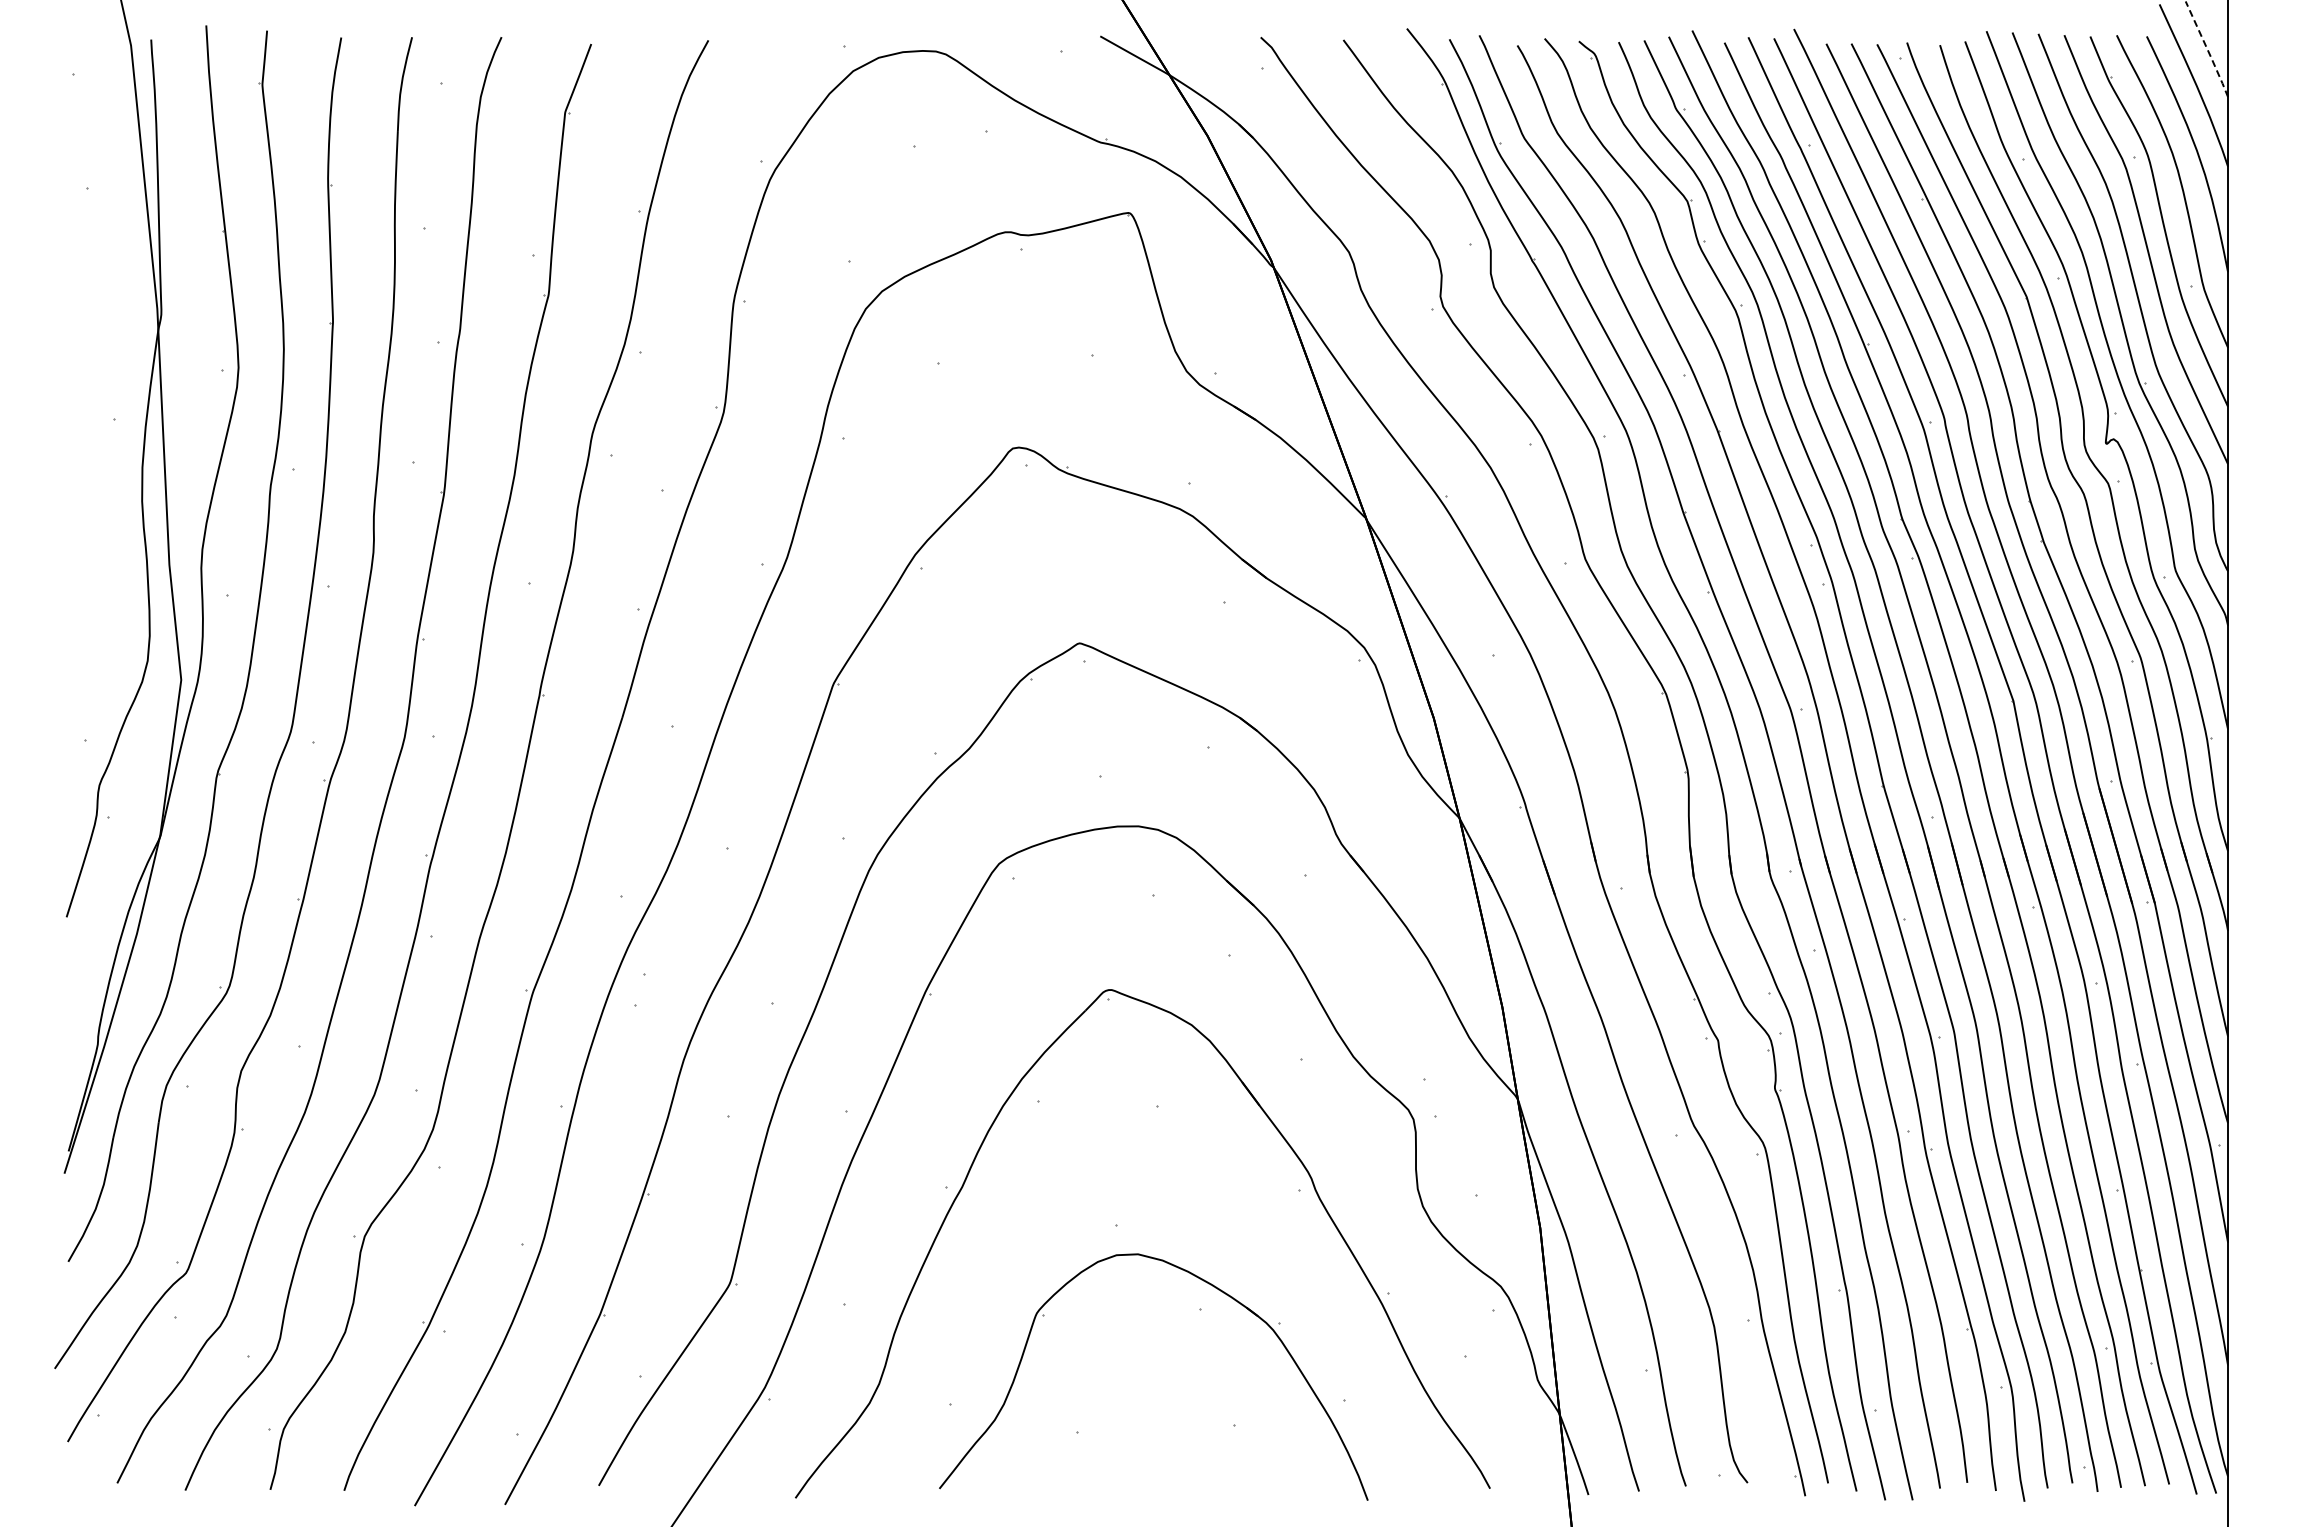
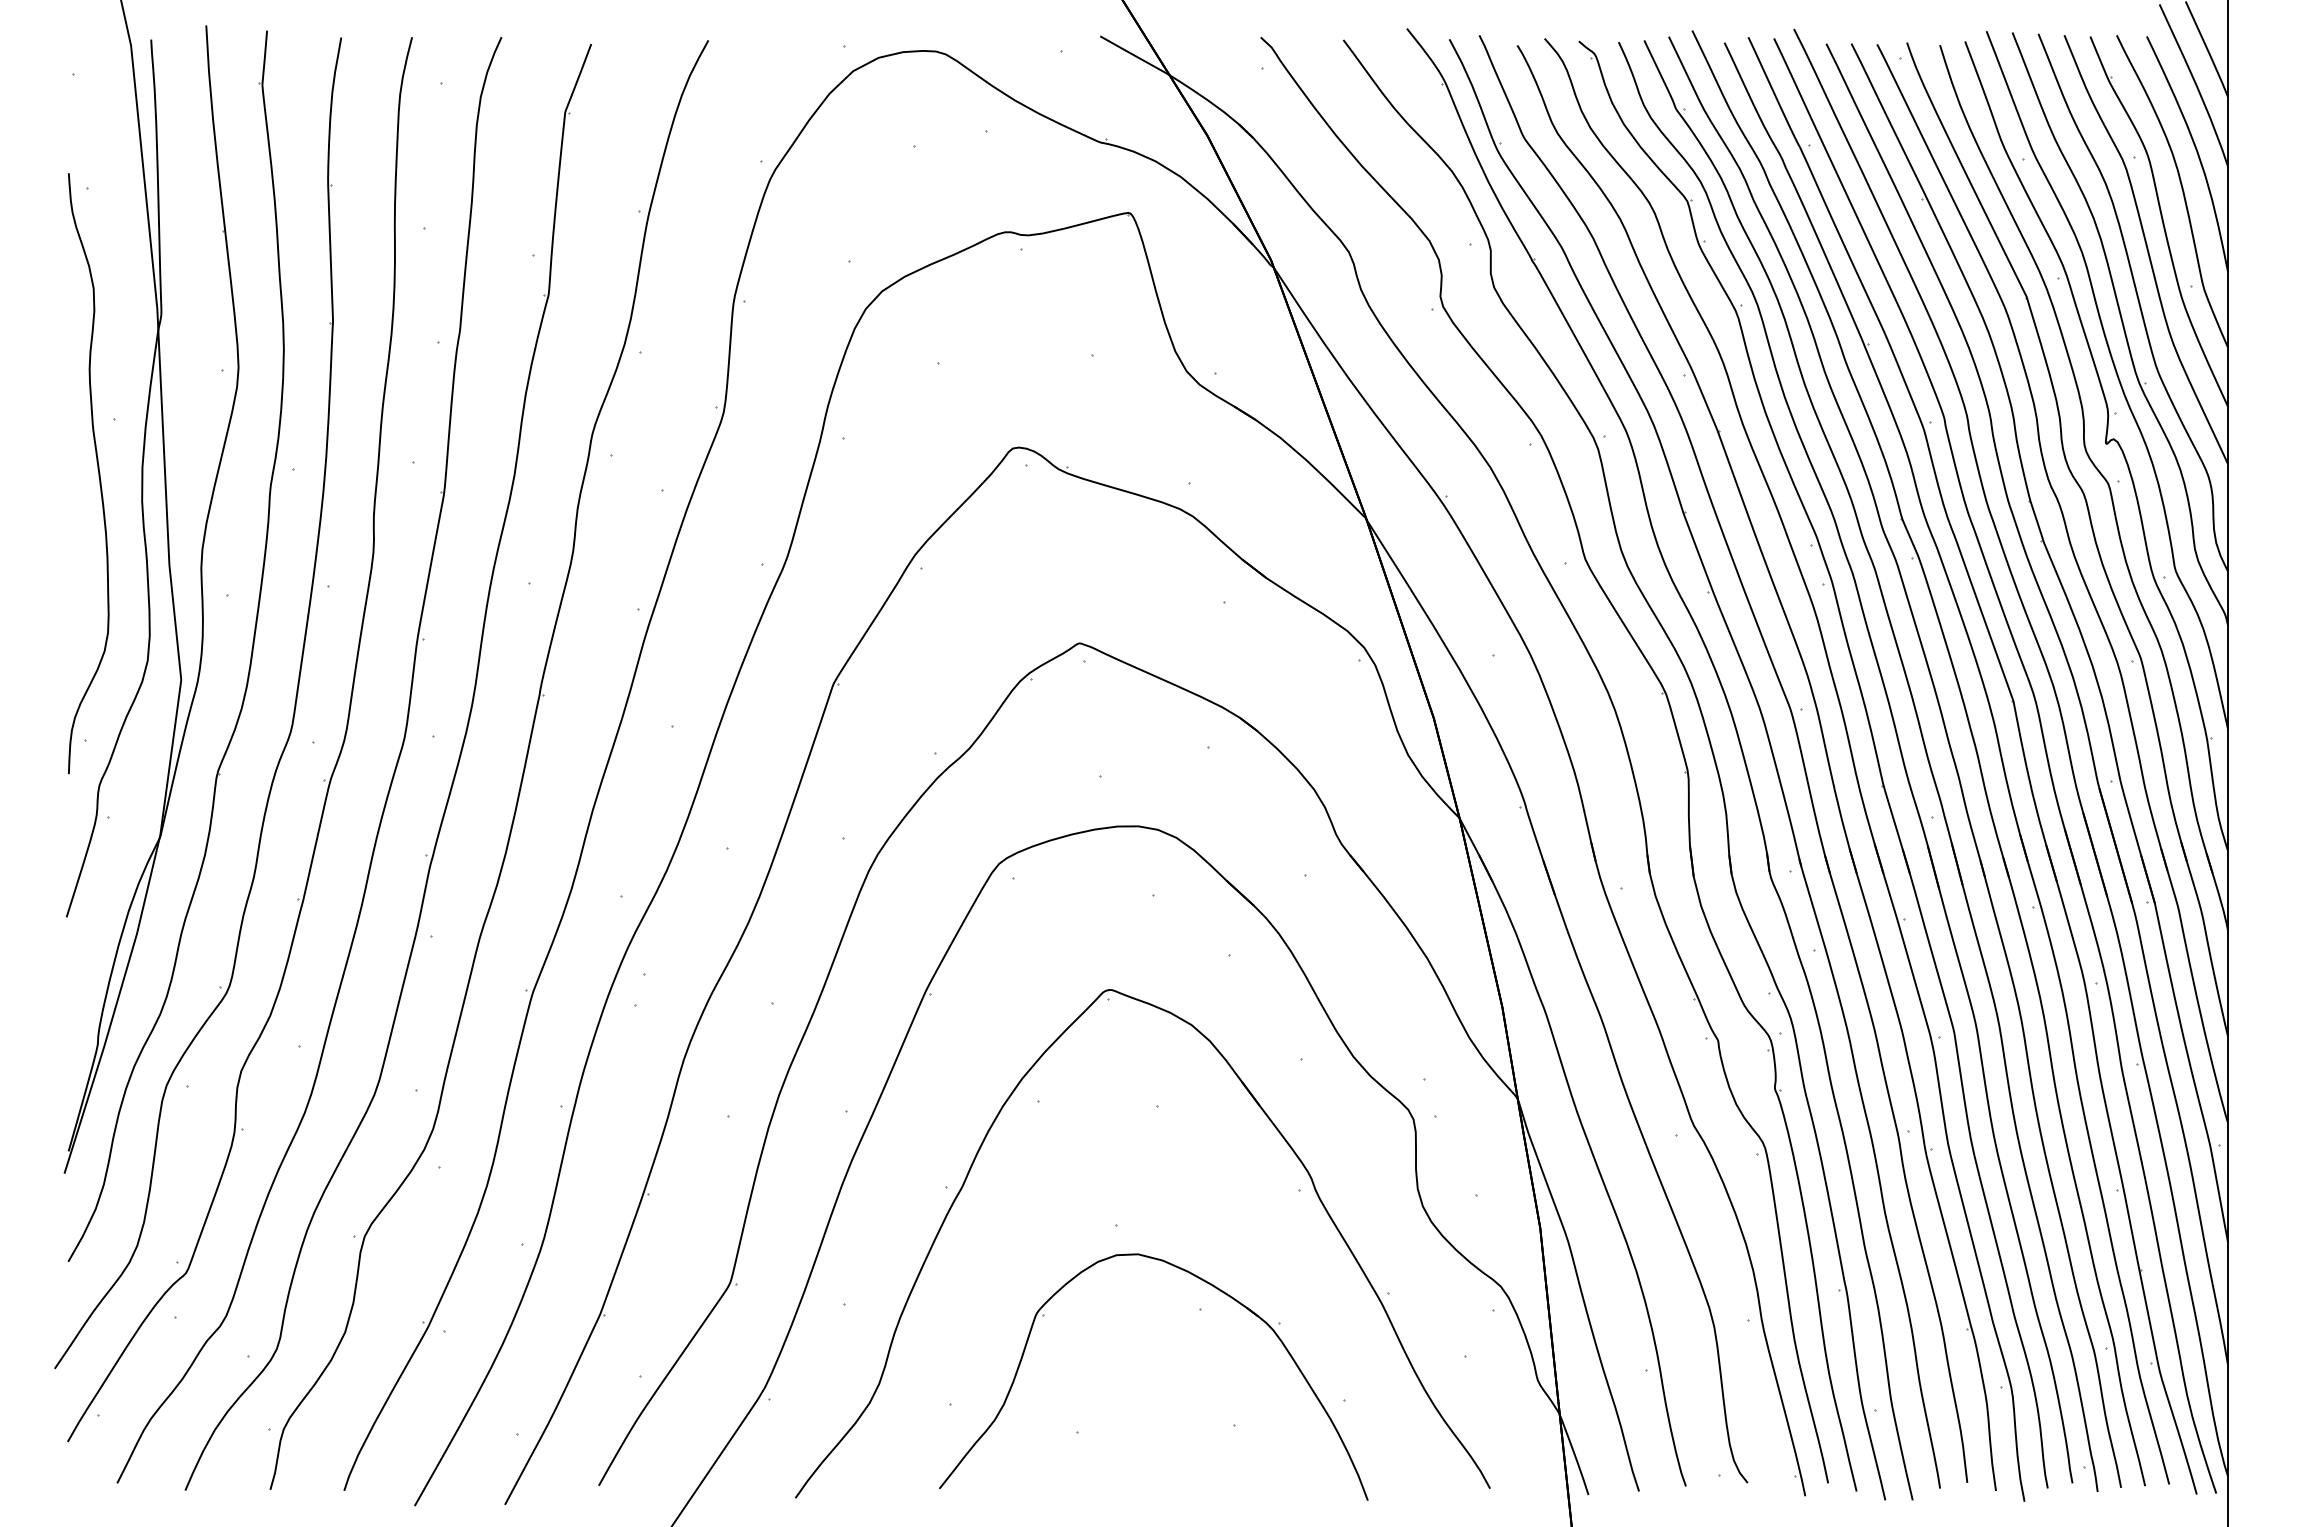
line at (2207, 49): dashed -> solid
curve at (97, 469): none -> present
